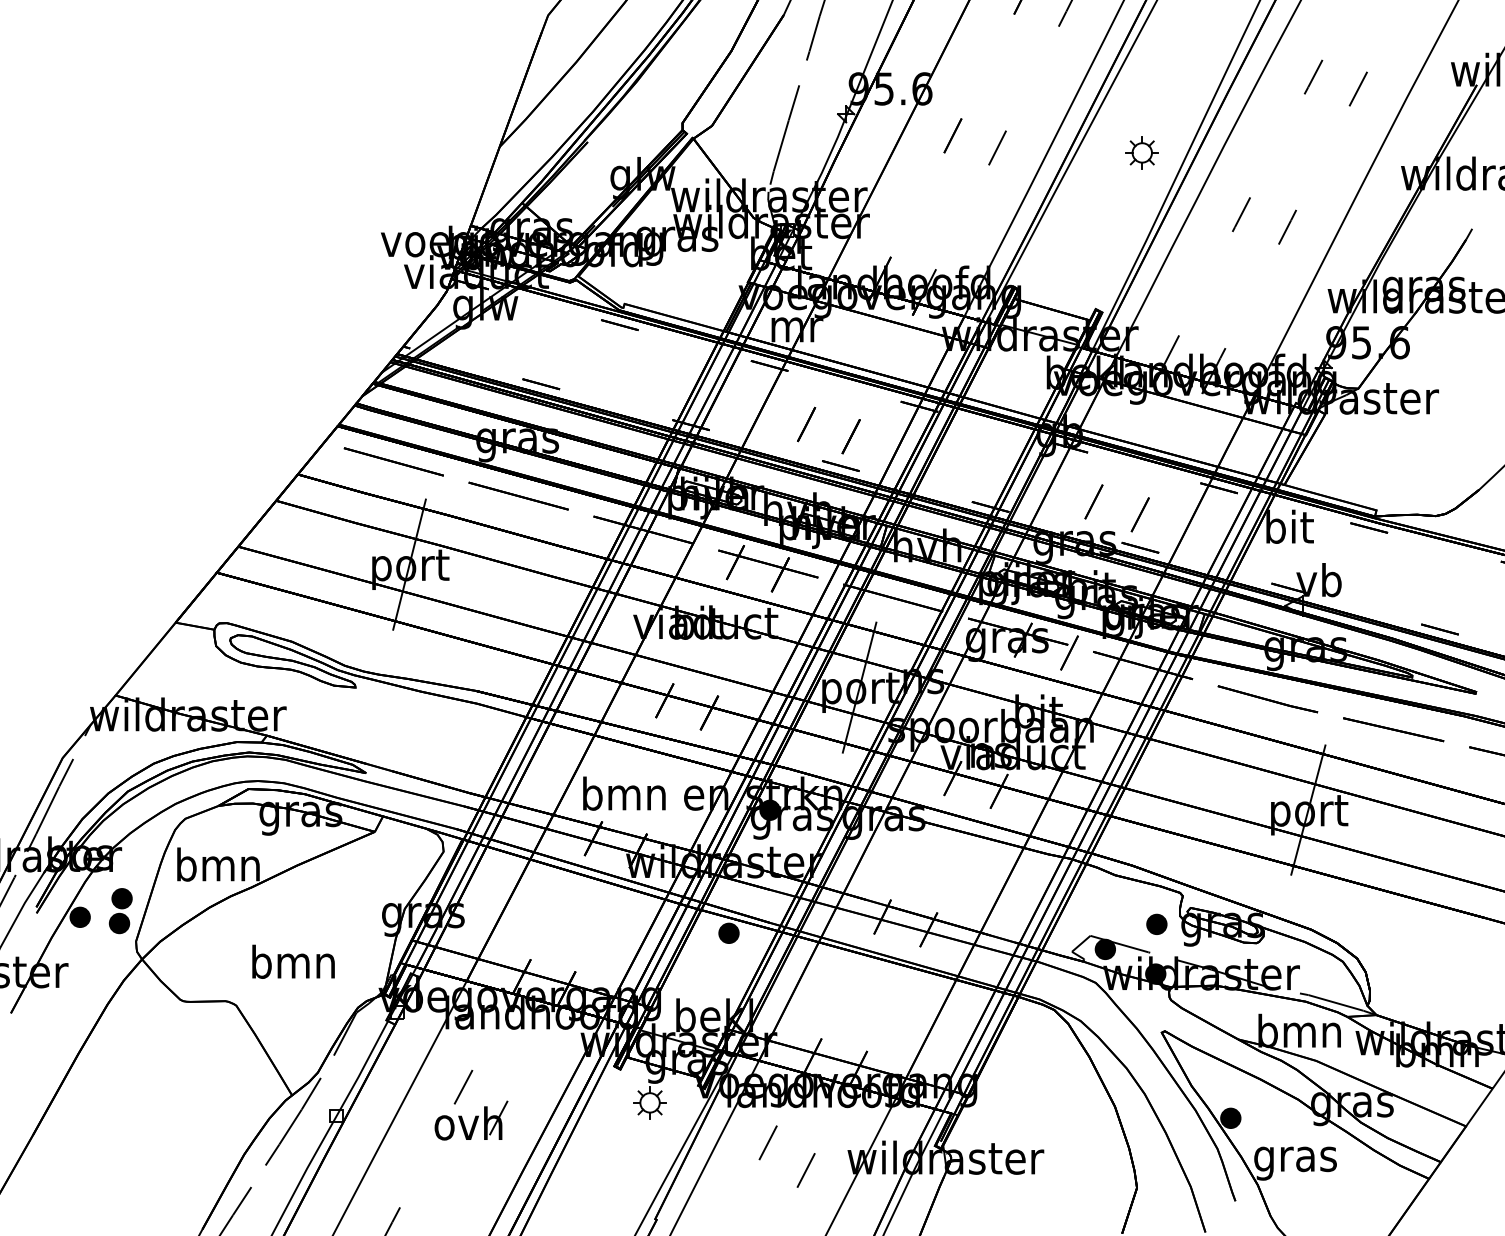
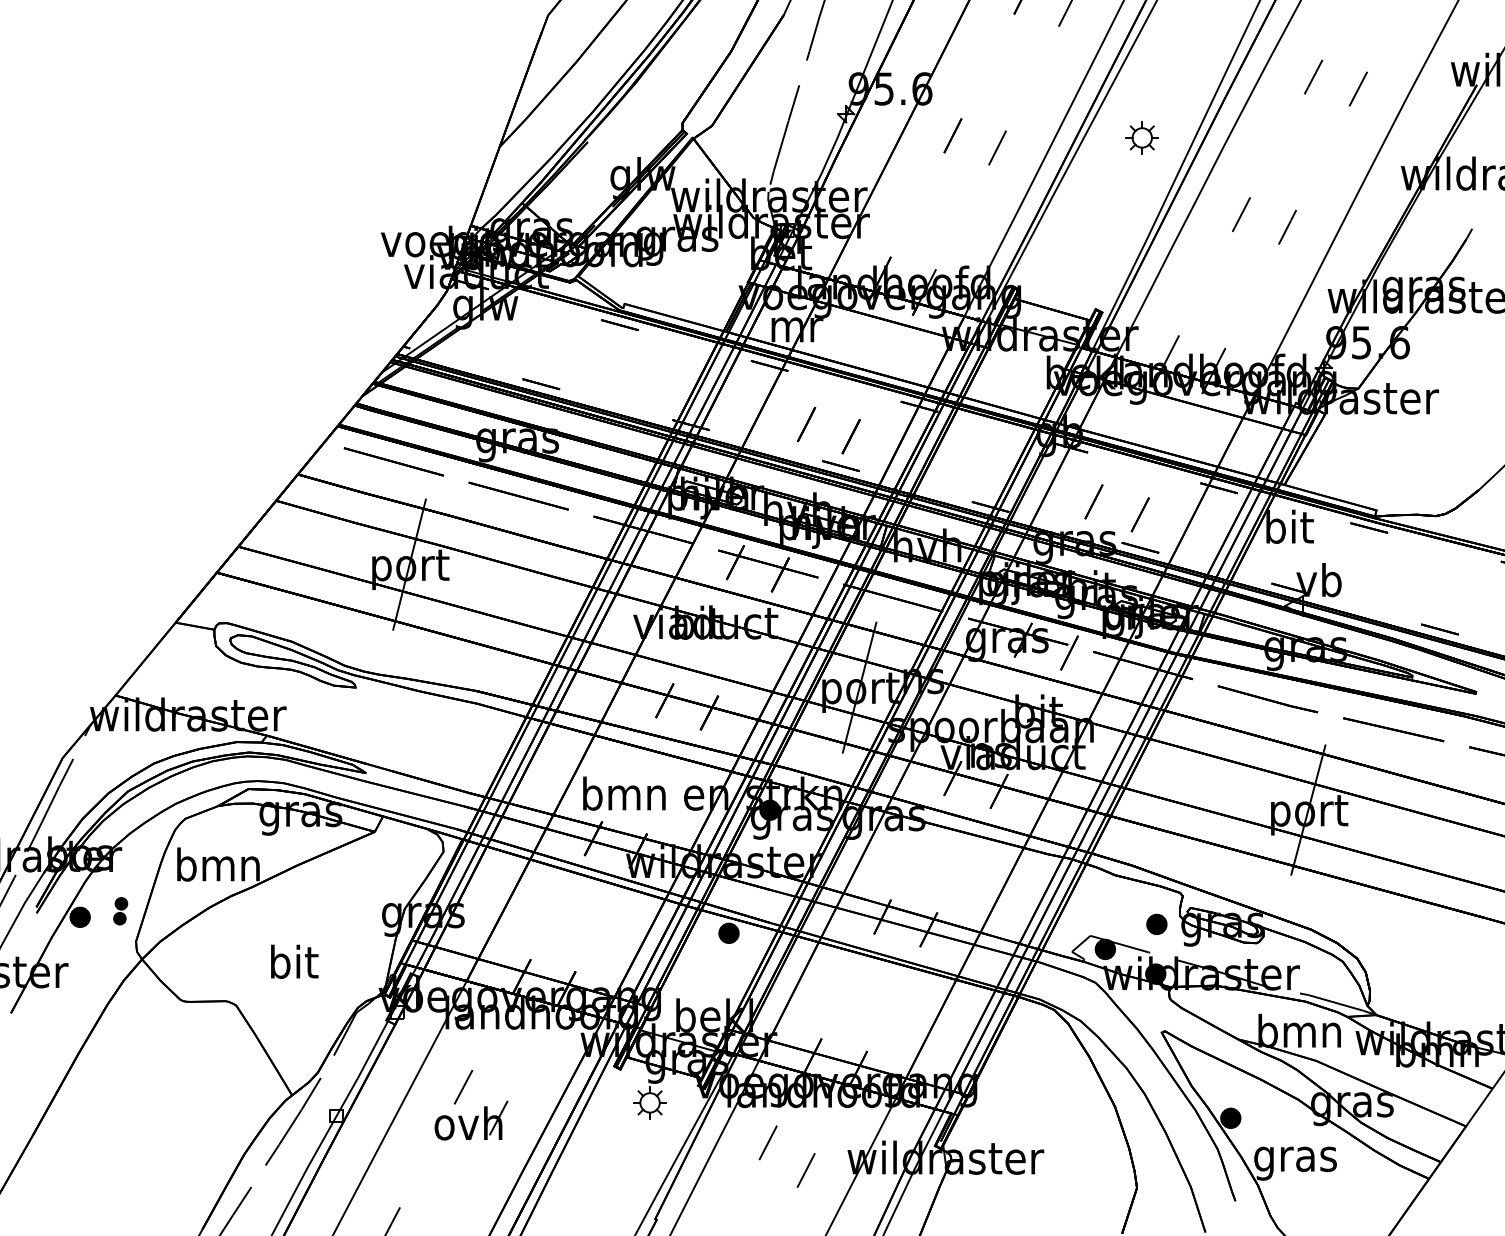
part at (1141, 152) position: (1141, 152) -> (1141, 137)
part at (120, 911) size: 25x47 px -> 16x29 px
text at (293, 961): bmn -> bit
